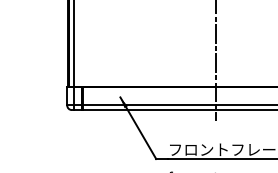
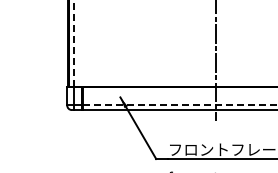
line at (74, 43): solid -> dashed
line at (180, 105): solid -> dashed
